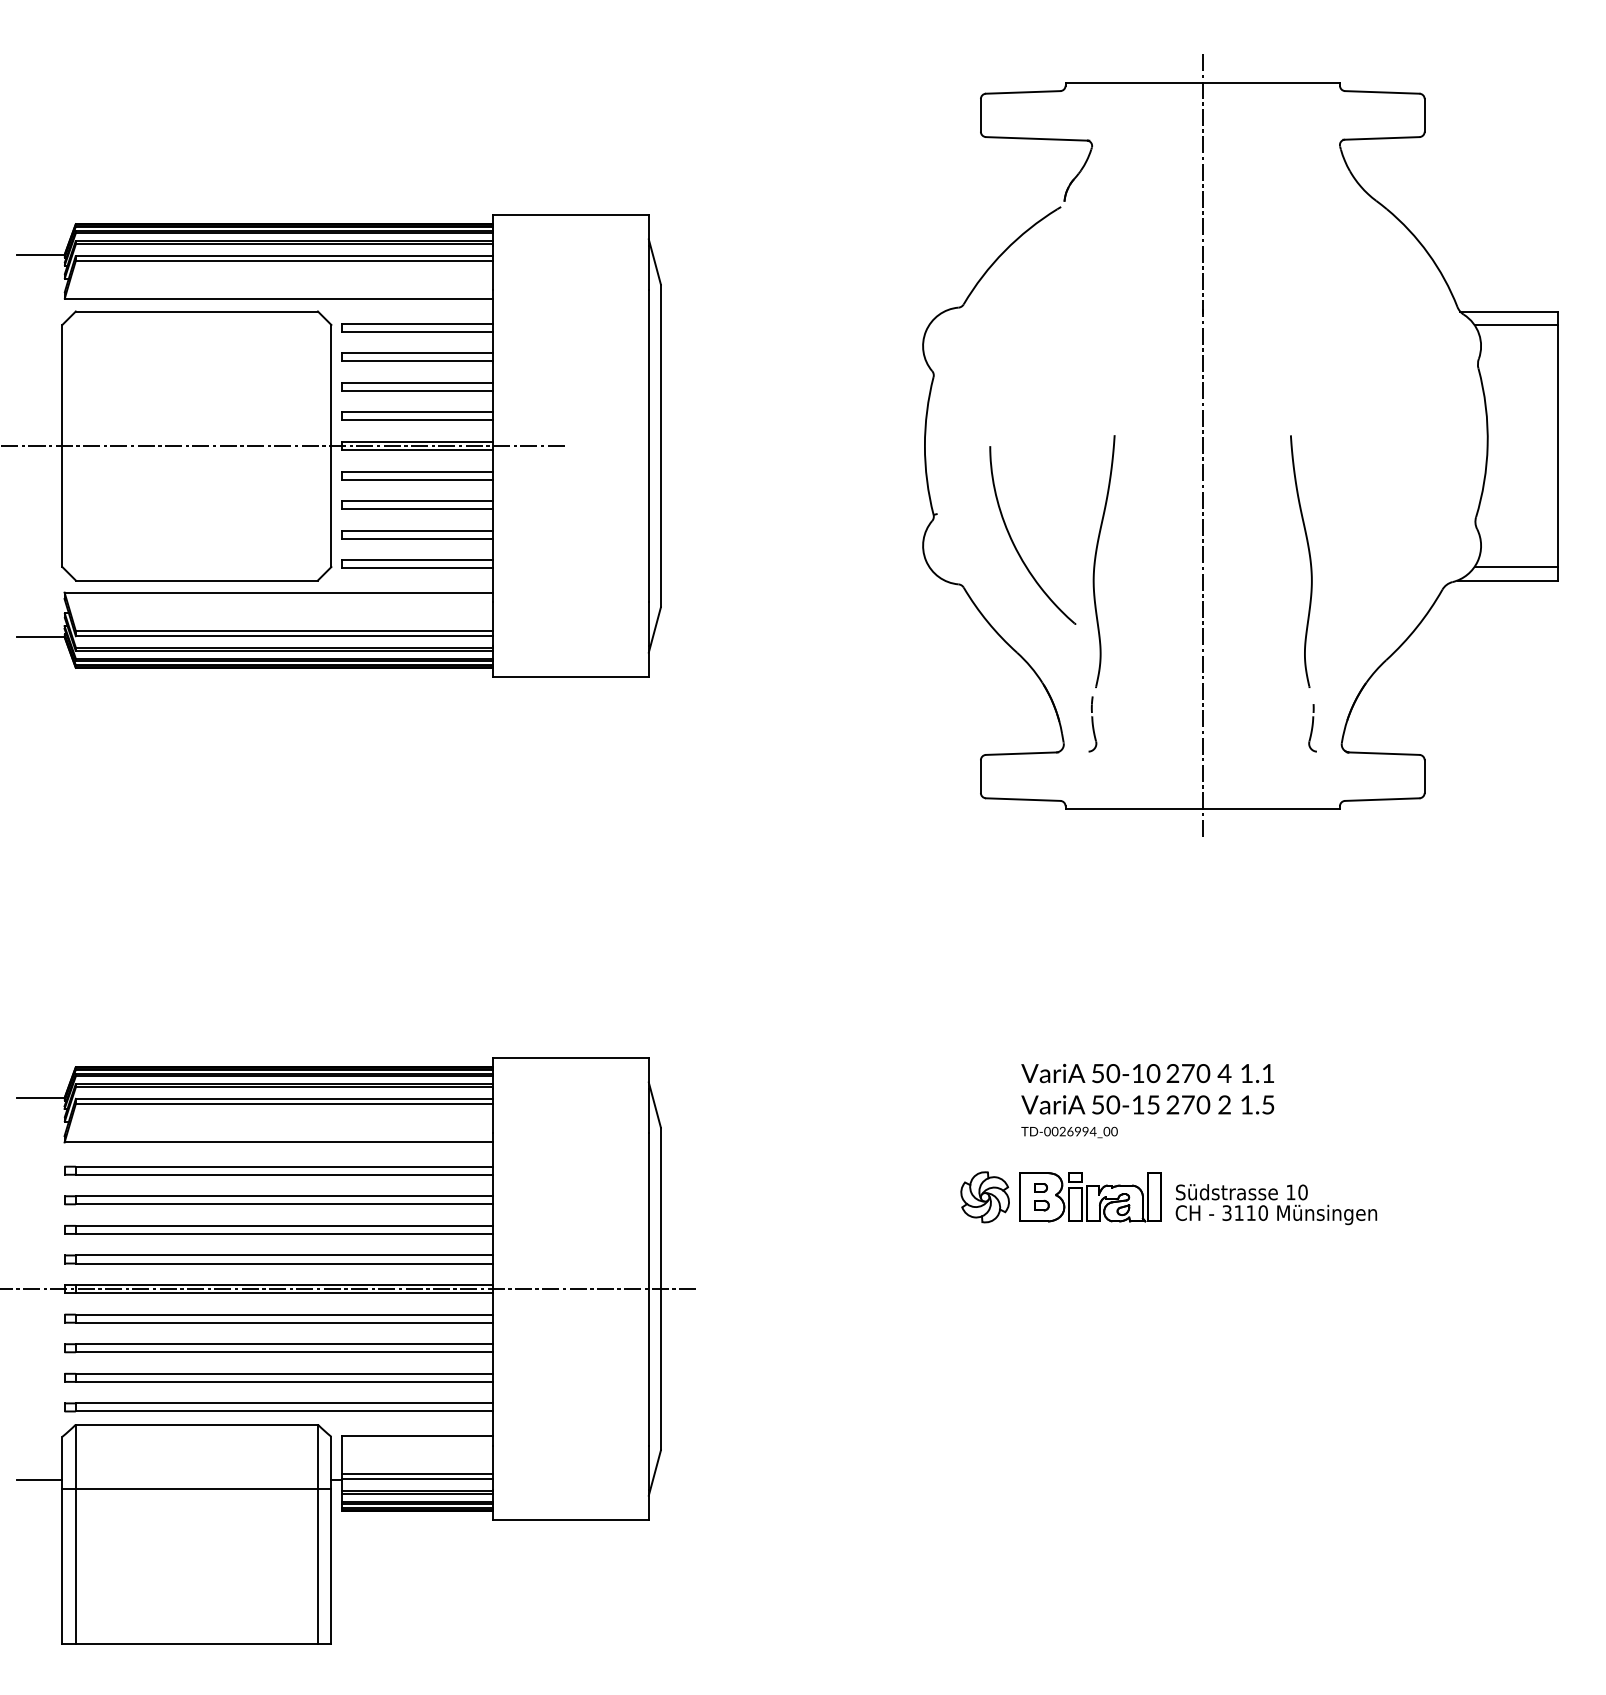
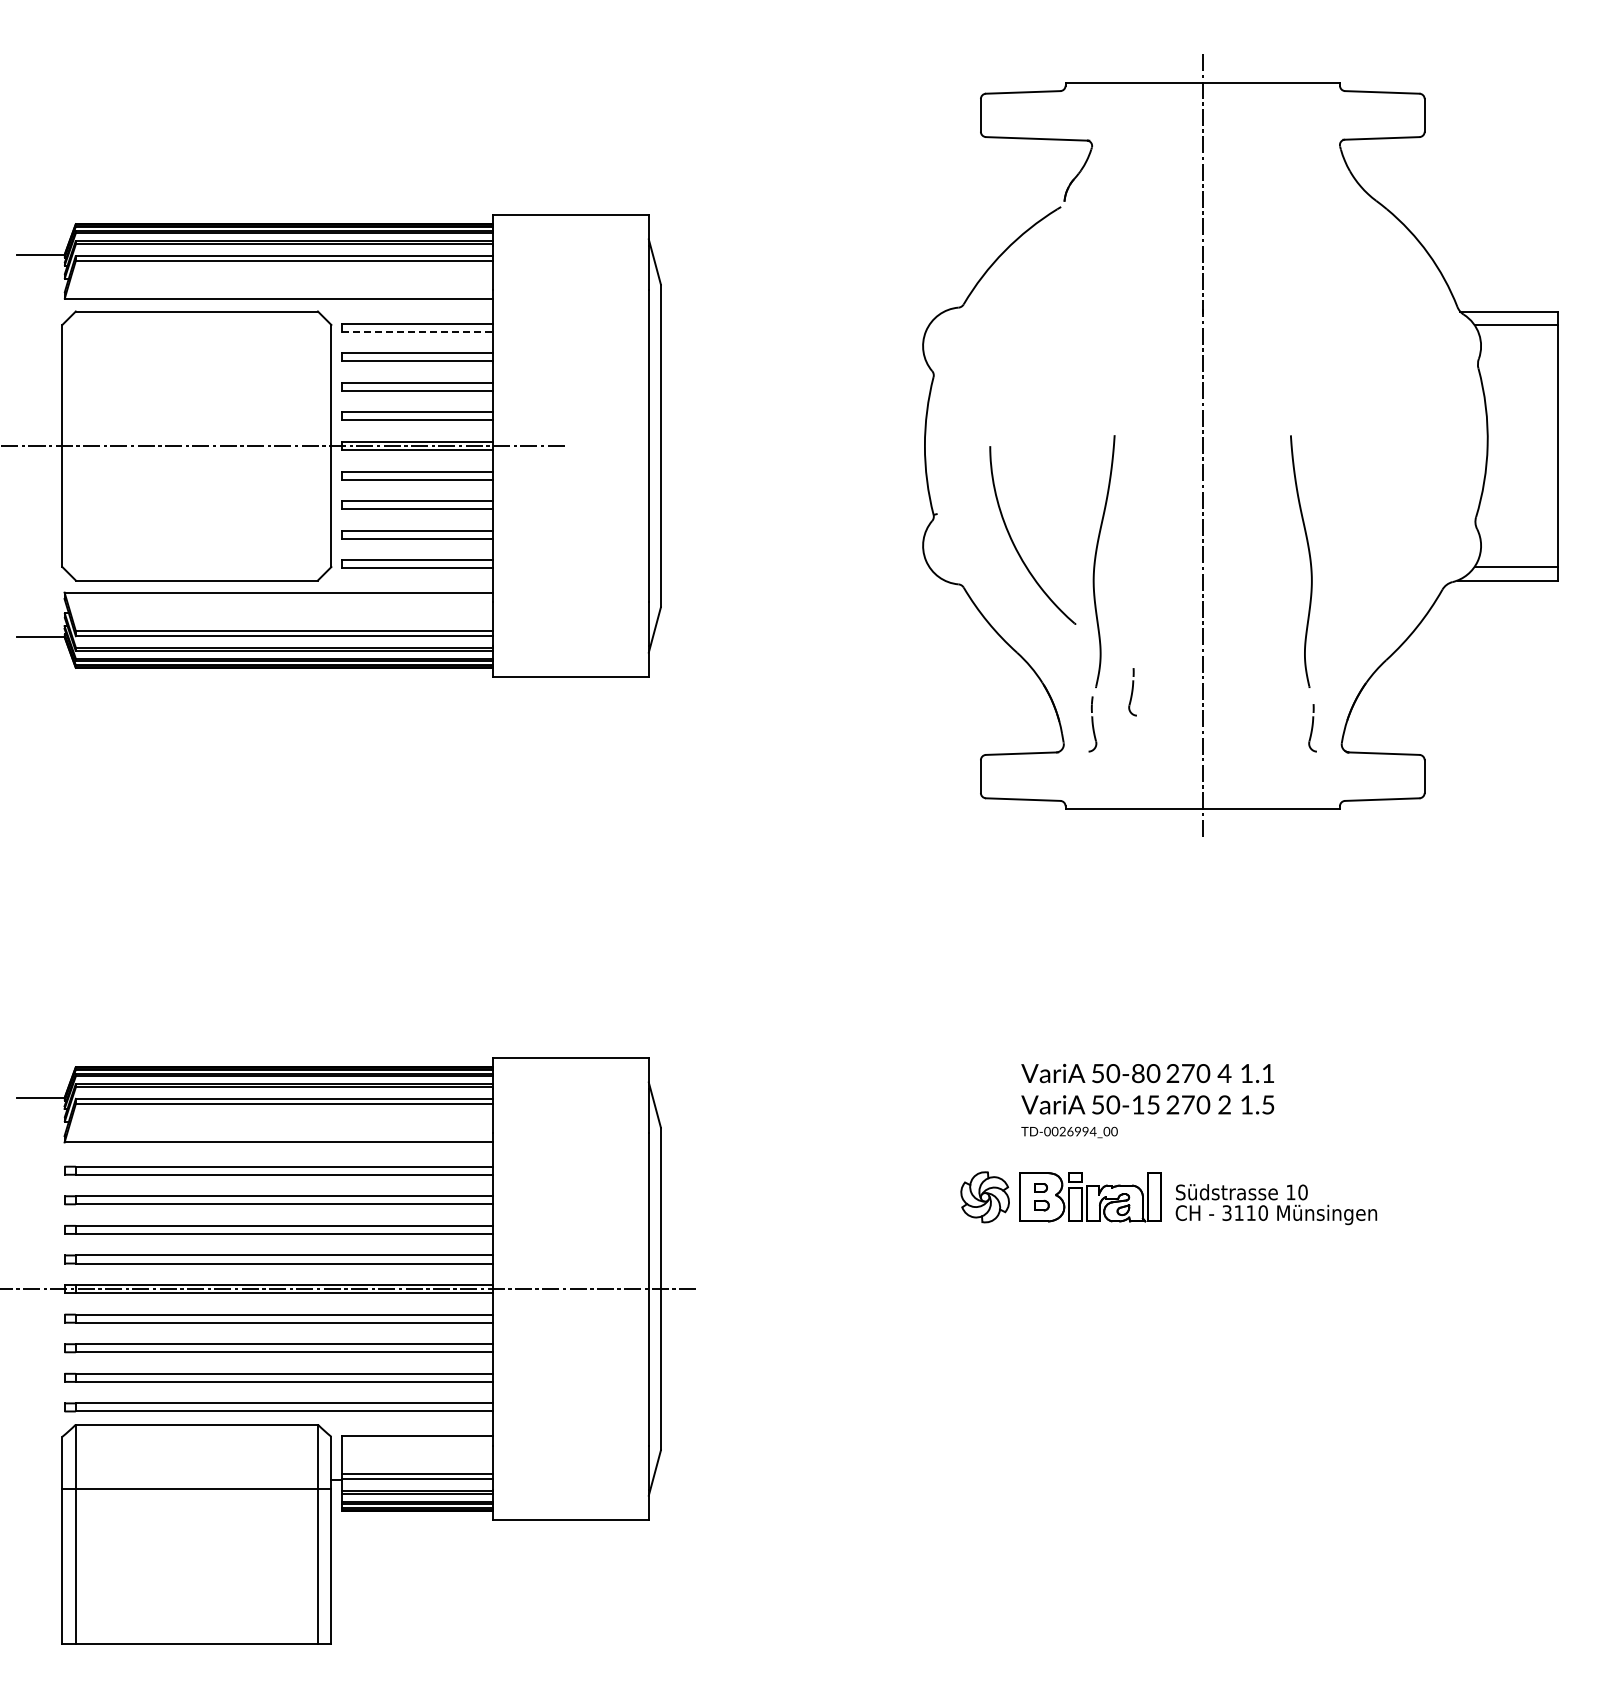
line at (417, 331): solid -> dashed
part at (1132, 692): none -> present
text at (1138, 1073): 50-10 -> 50-80
line at (39, 1480): present -> none
